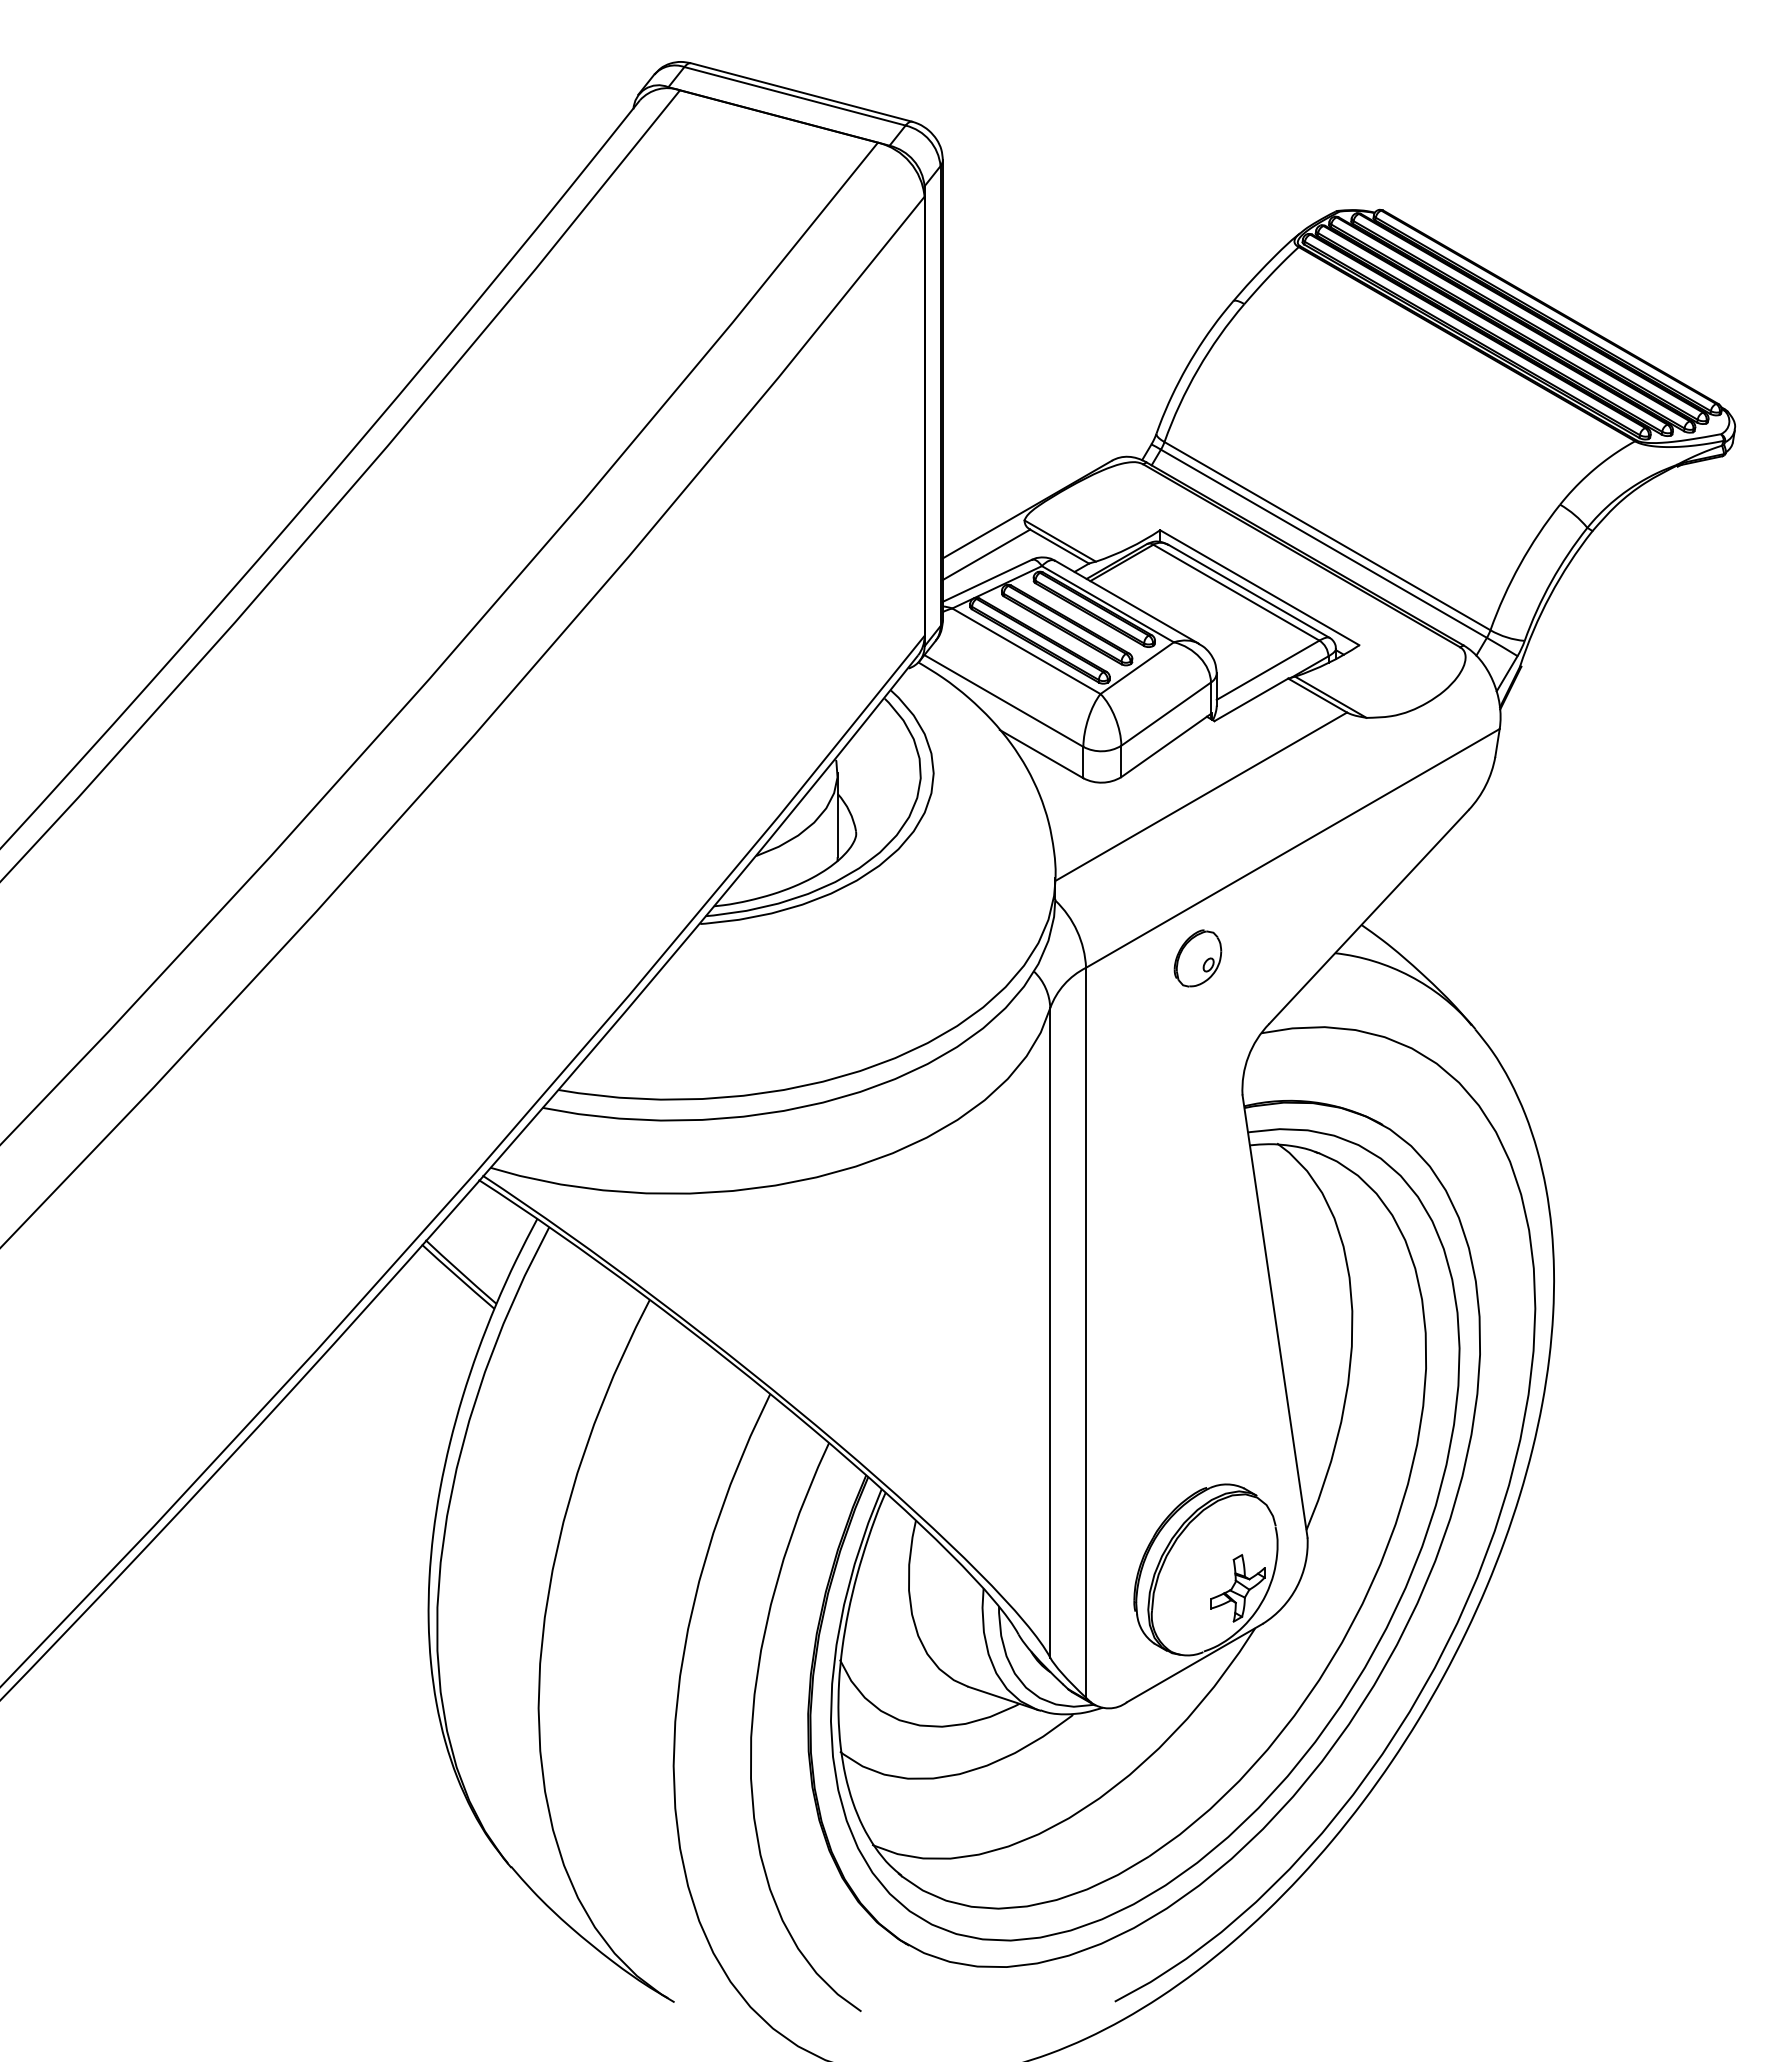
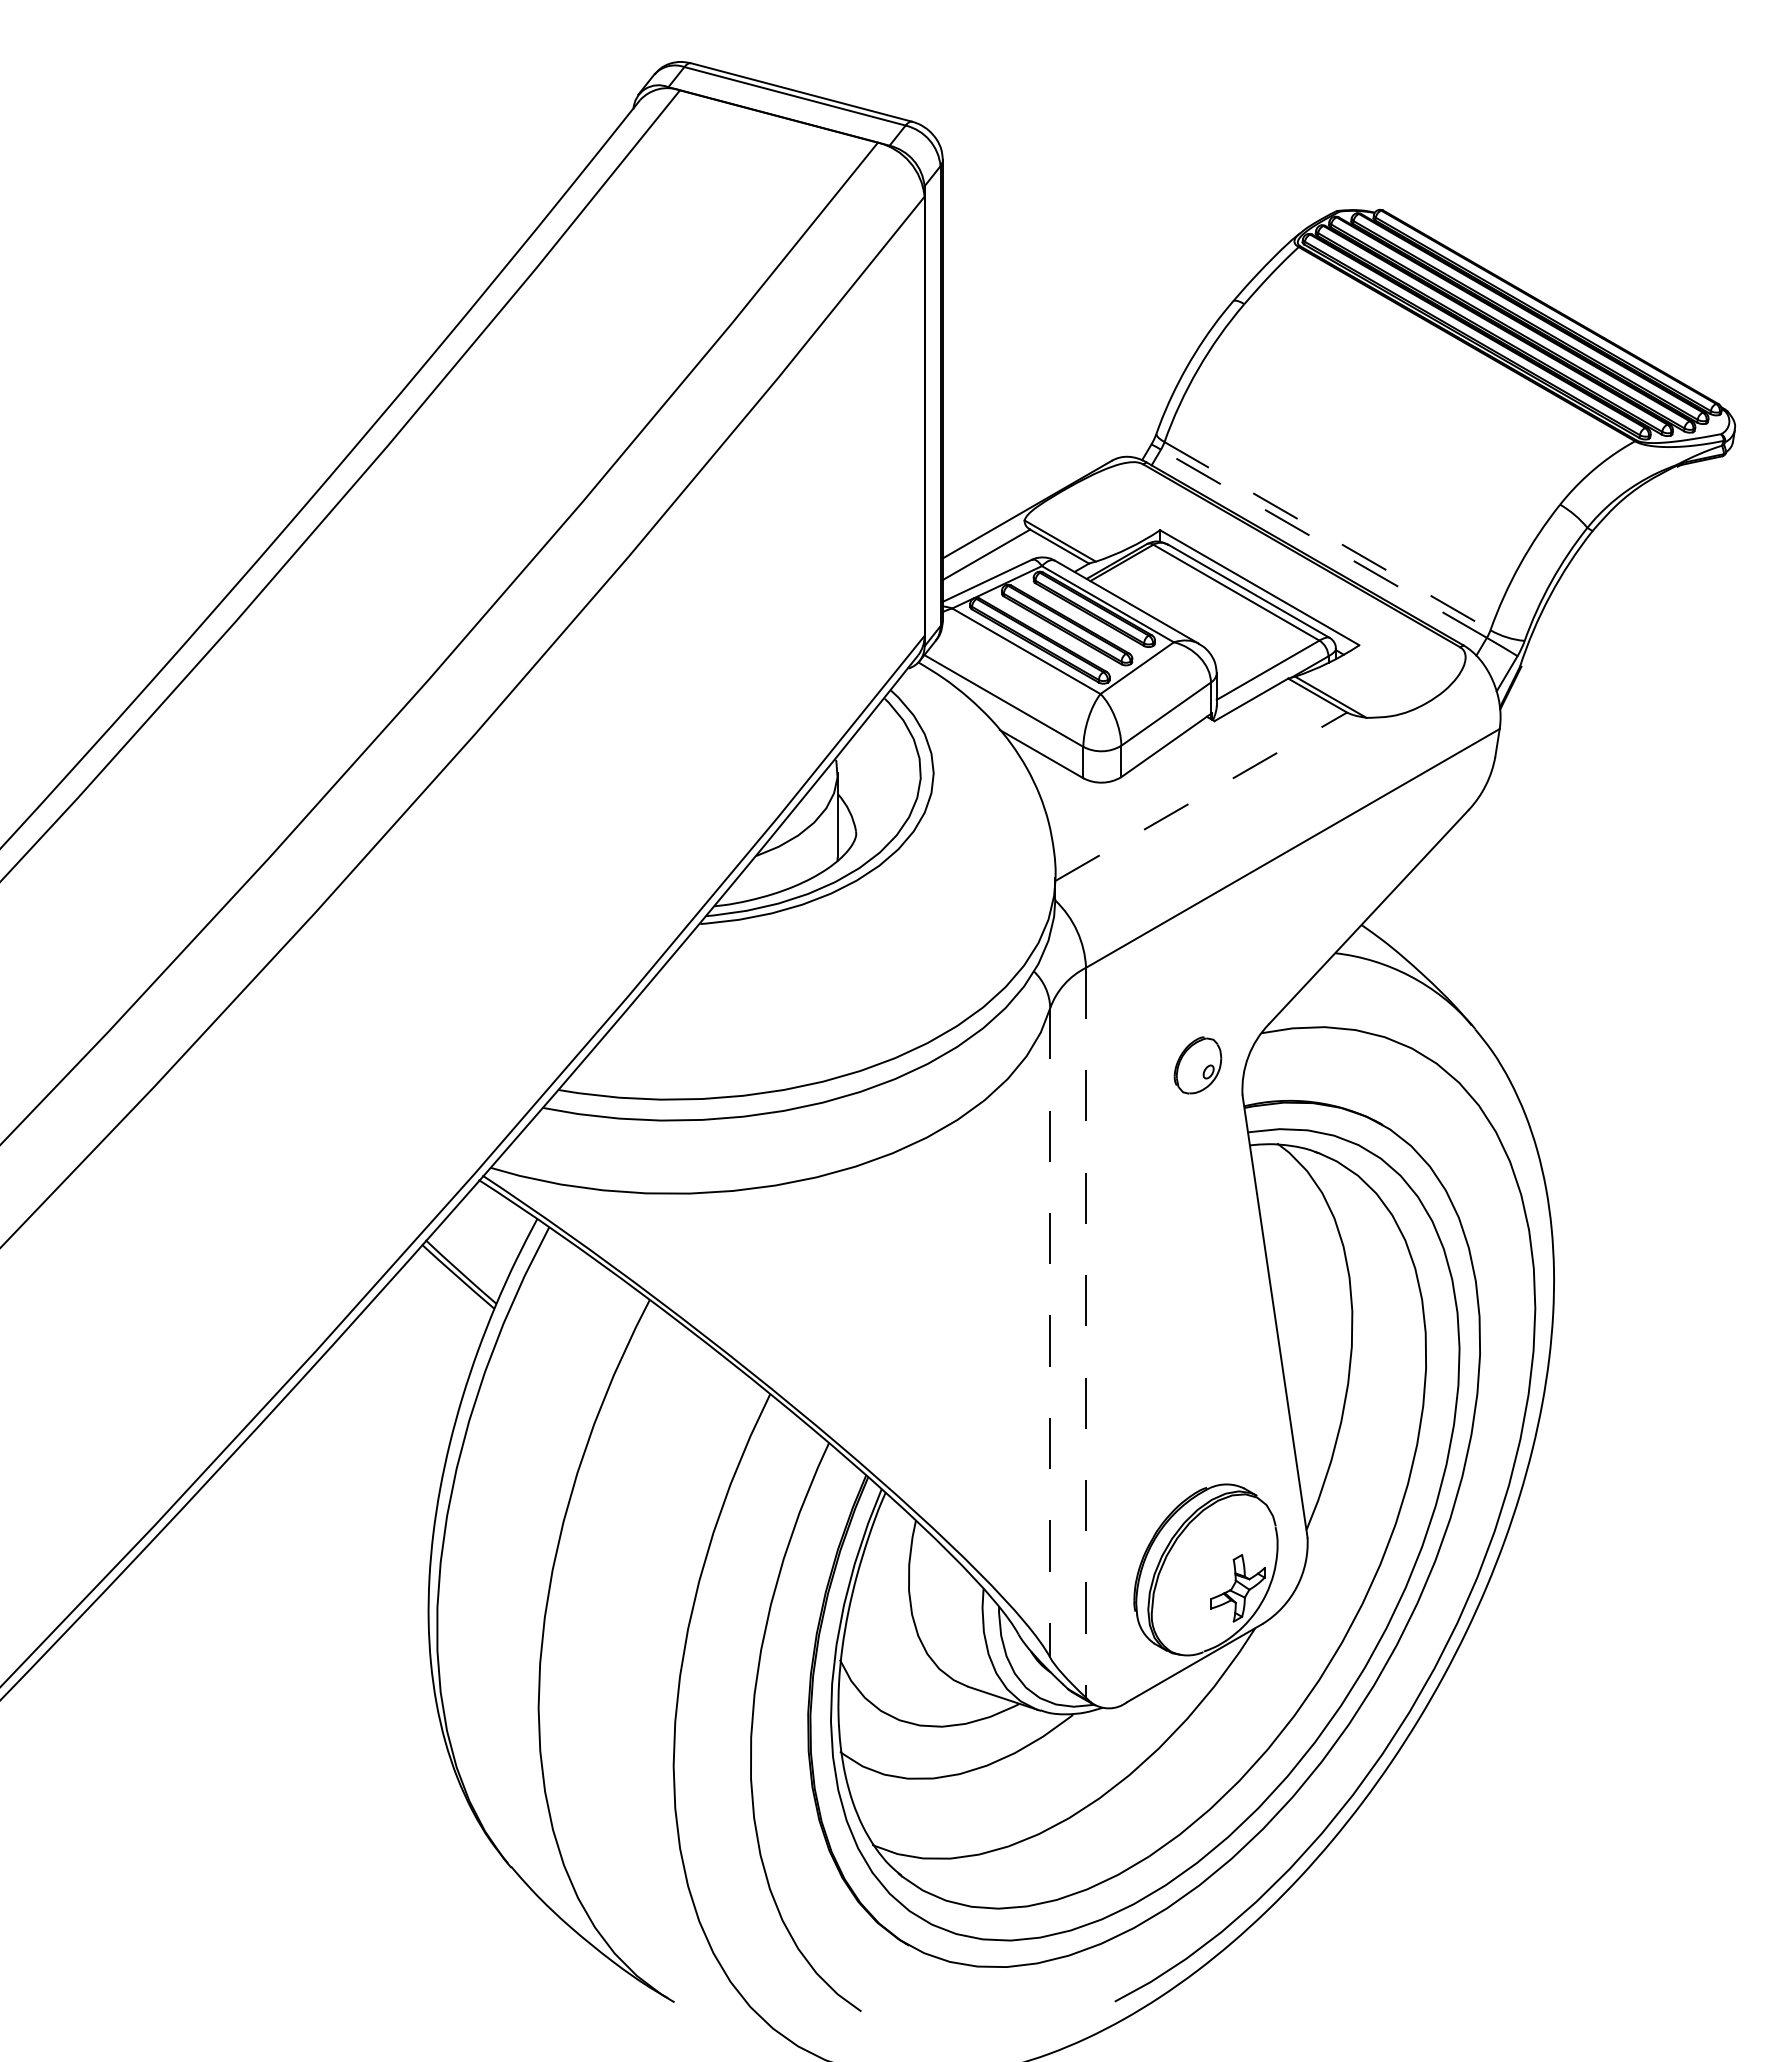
line at (1327, 536): solid -> dashed
line at (1323, 543): solid -> dashed
line at (1201, 796): solid -> dashed
part at (1197, 958) position: (1197, 958) -> (1197, 1065)
line at (1050, 1332): solid -> dashed
line at (1086, 1332): solid -> dashed
